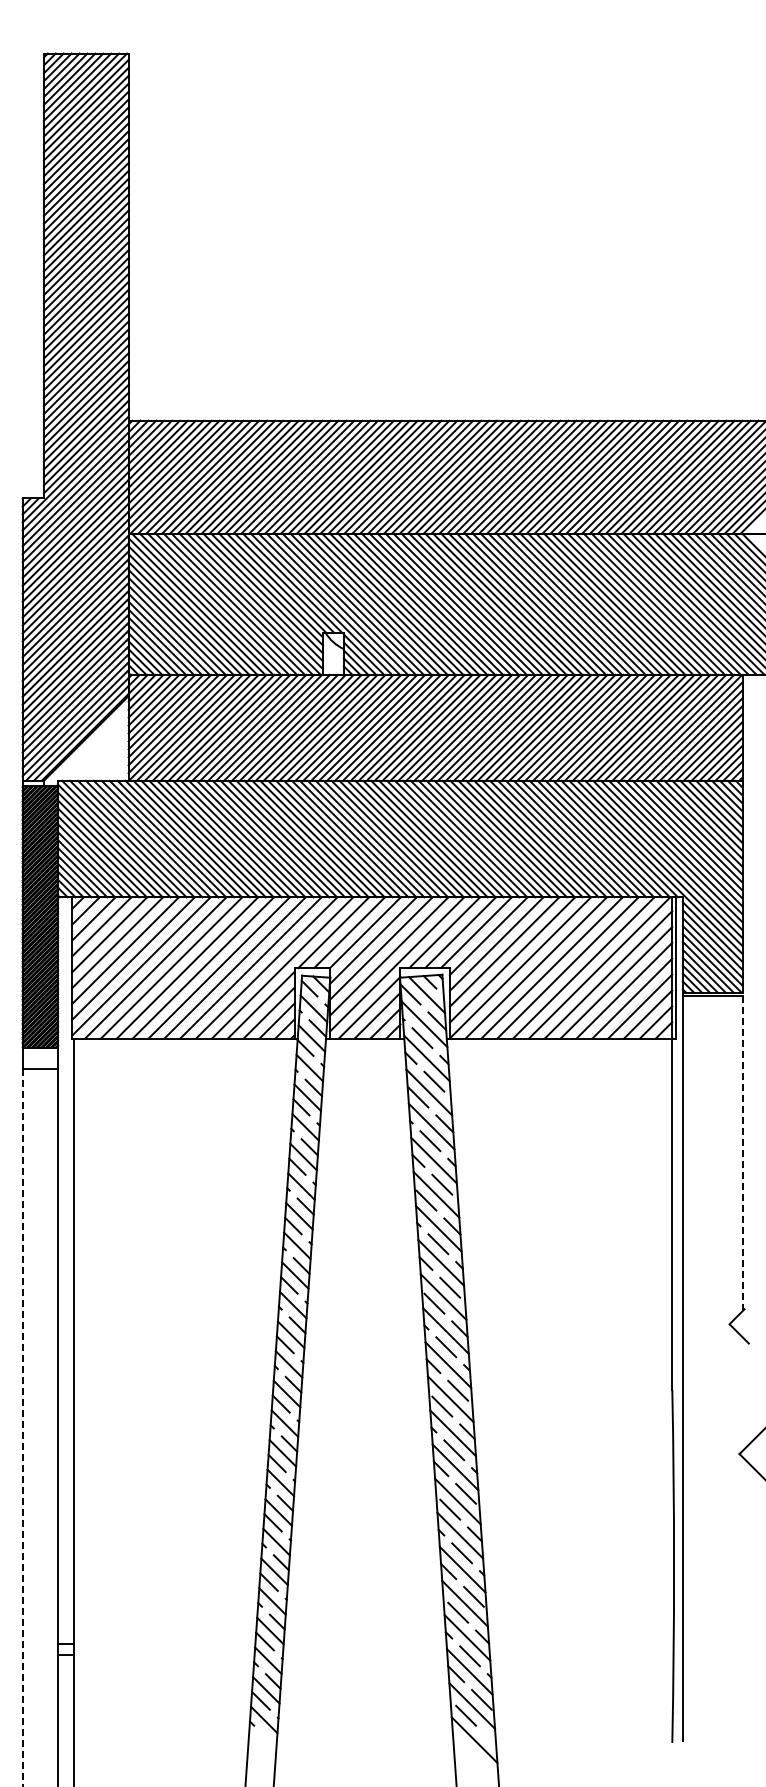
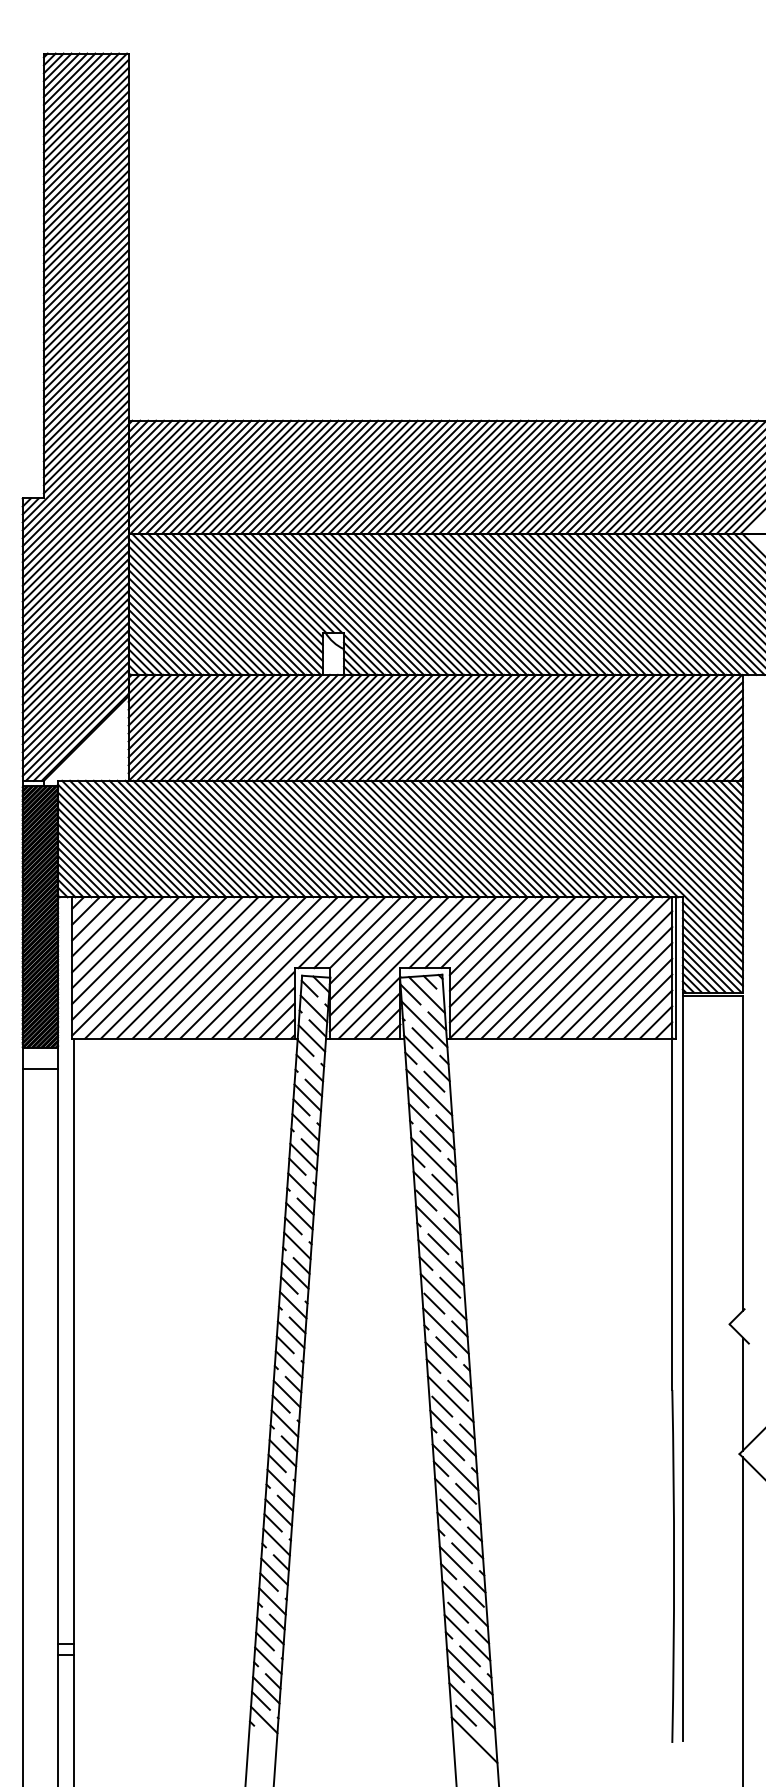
line at (742, 1154): dashed -> solid
line at (742, 1393): none -> present
line at (22, 1427): dashed -> solid
line at (742, 1620): none -> present
